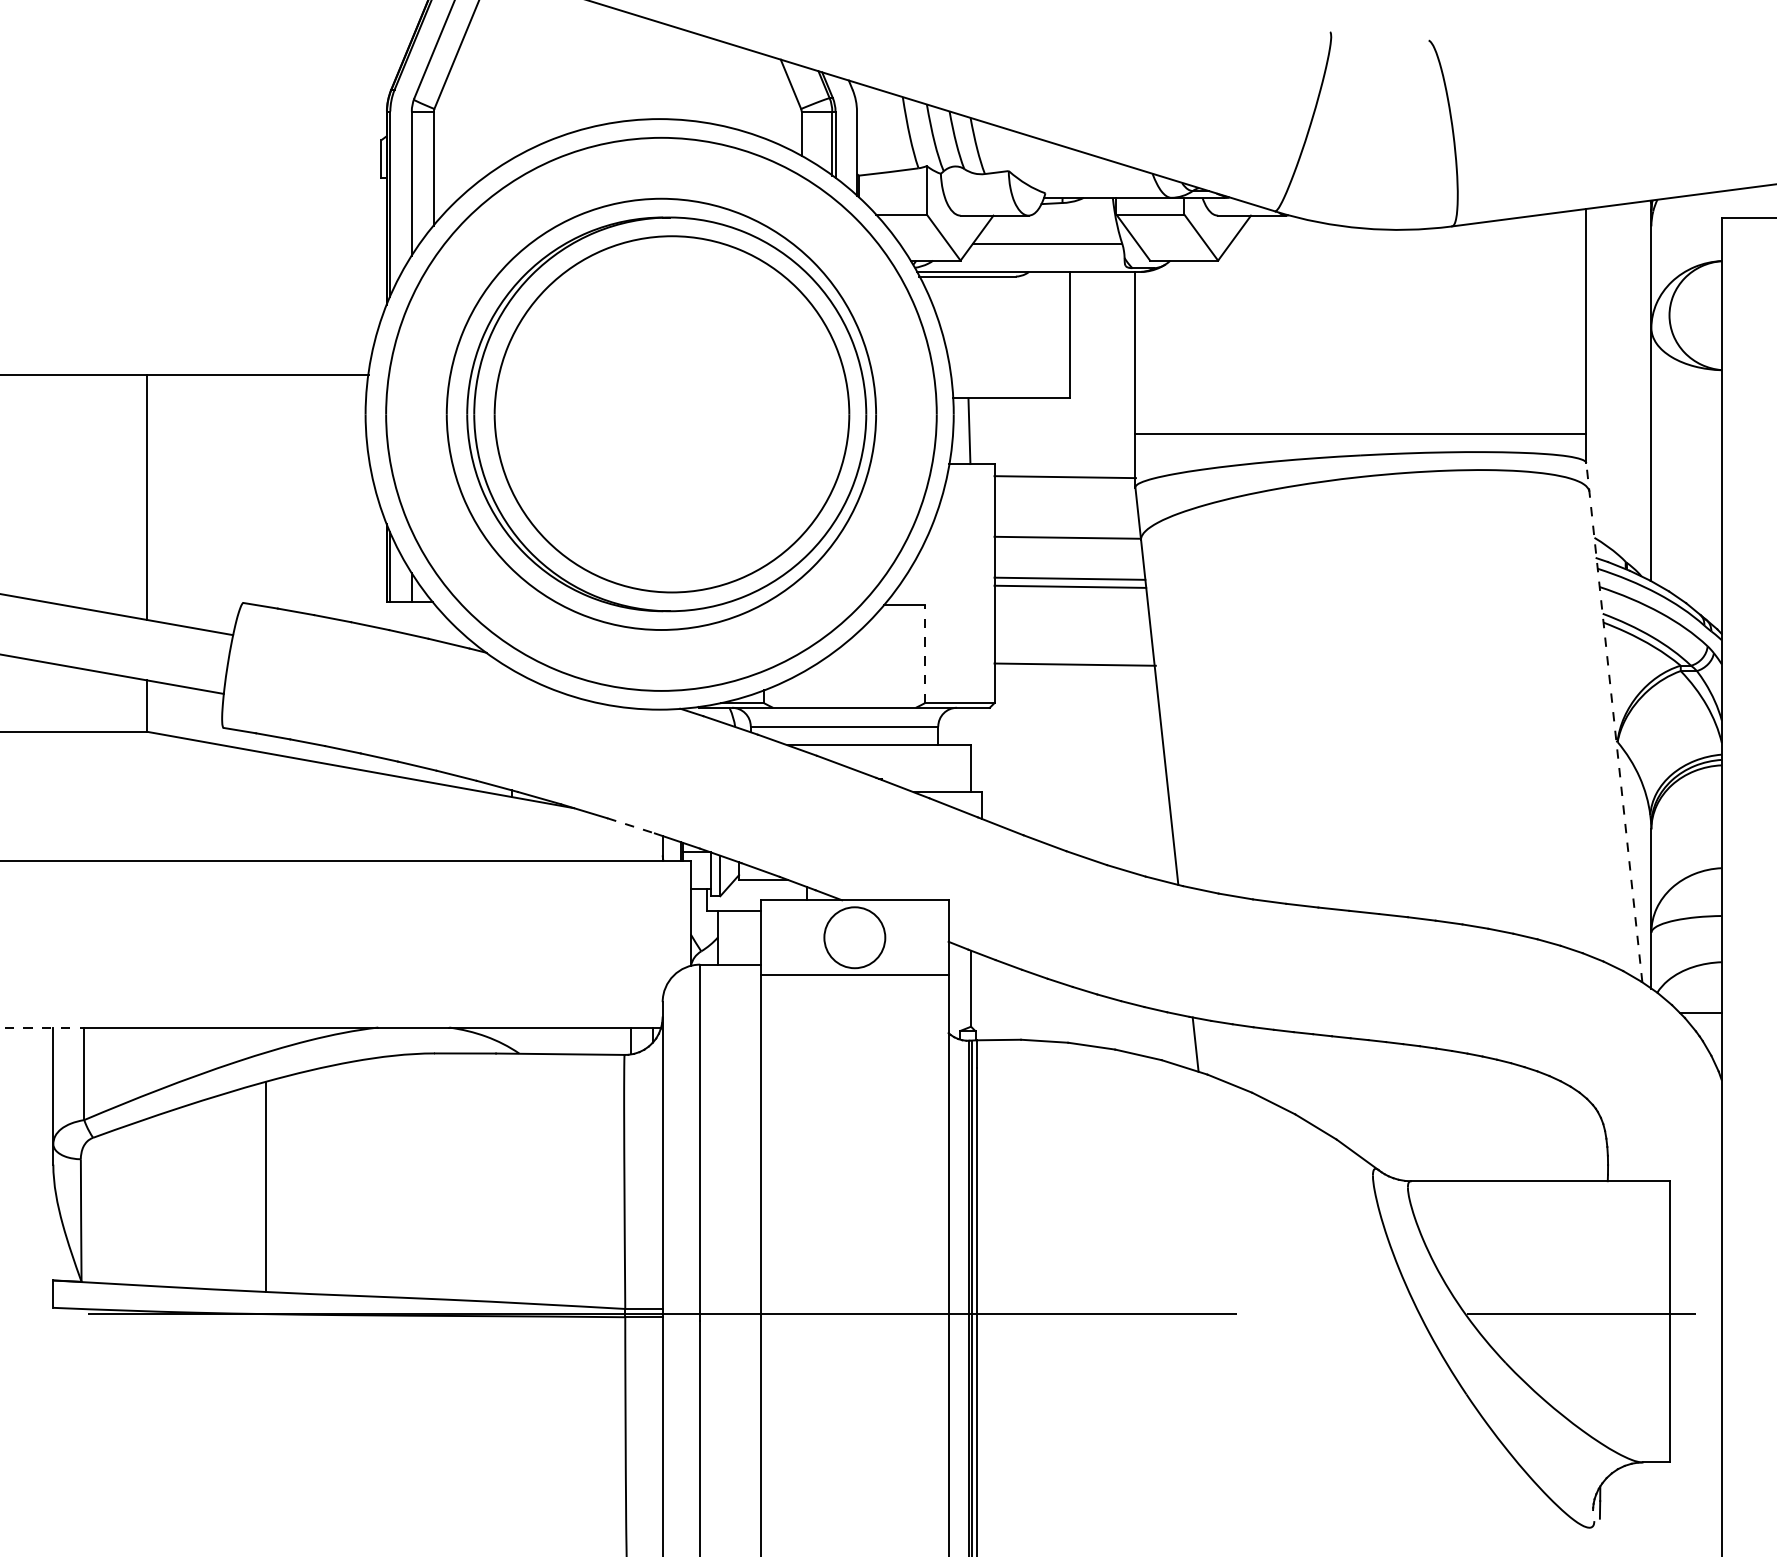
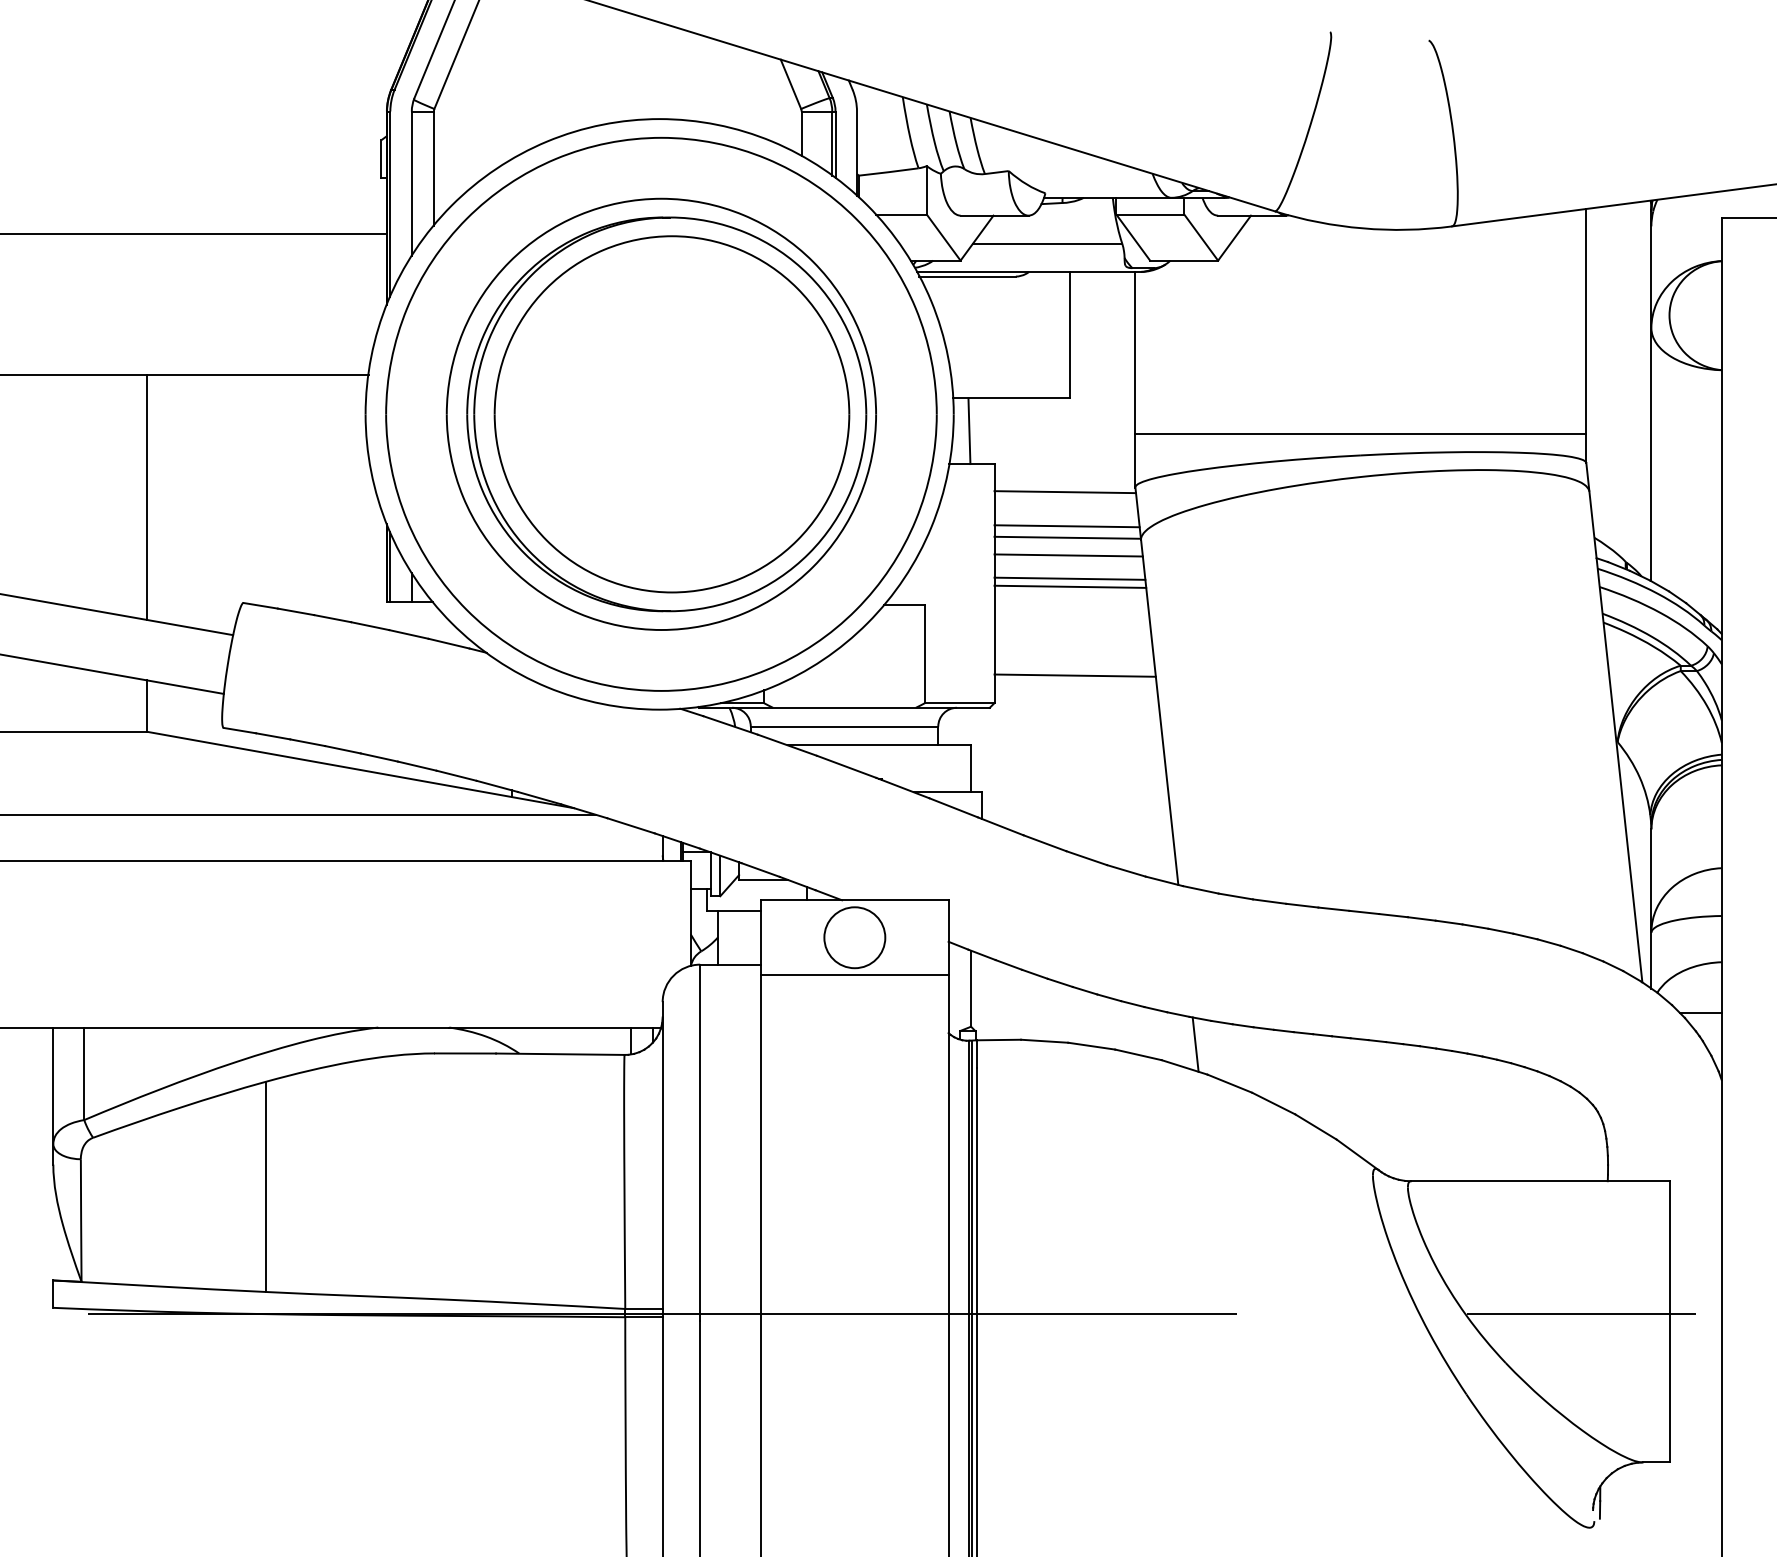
line at (194, 234): none -> present
line at (1064, 477) position: (1064, 477) -> (1064, 492)
line at (1066, 526): none -> present
line at (1068, 555): none -> present
line at (924, 653): dashed -> solid
line at (1074, 664) position: (1074, 664) -> (1074, 675)
line at (1614, 722): dashed -> solid
line at (298, 814): none -> present
line at (631, 825): dashed -> solid
line at (42, 1027): dashed -> solid
